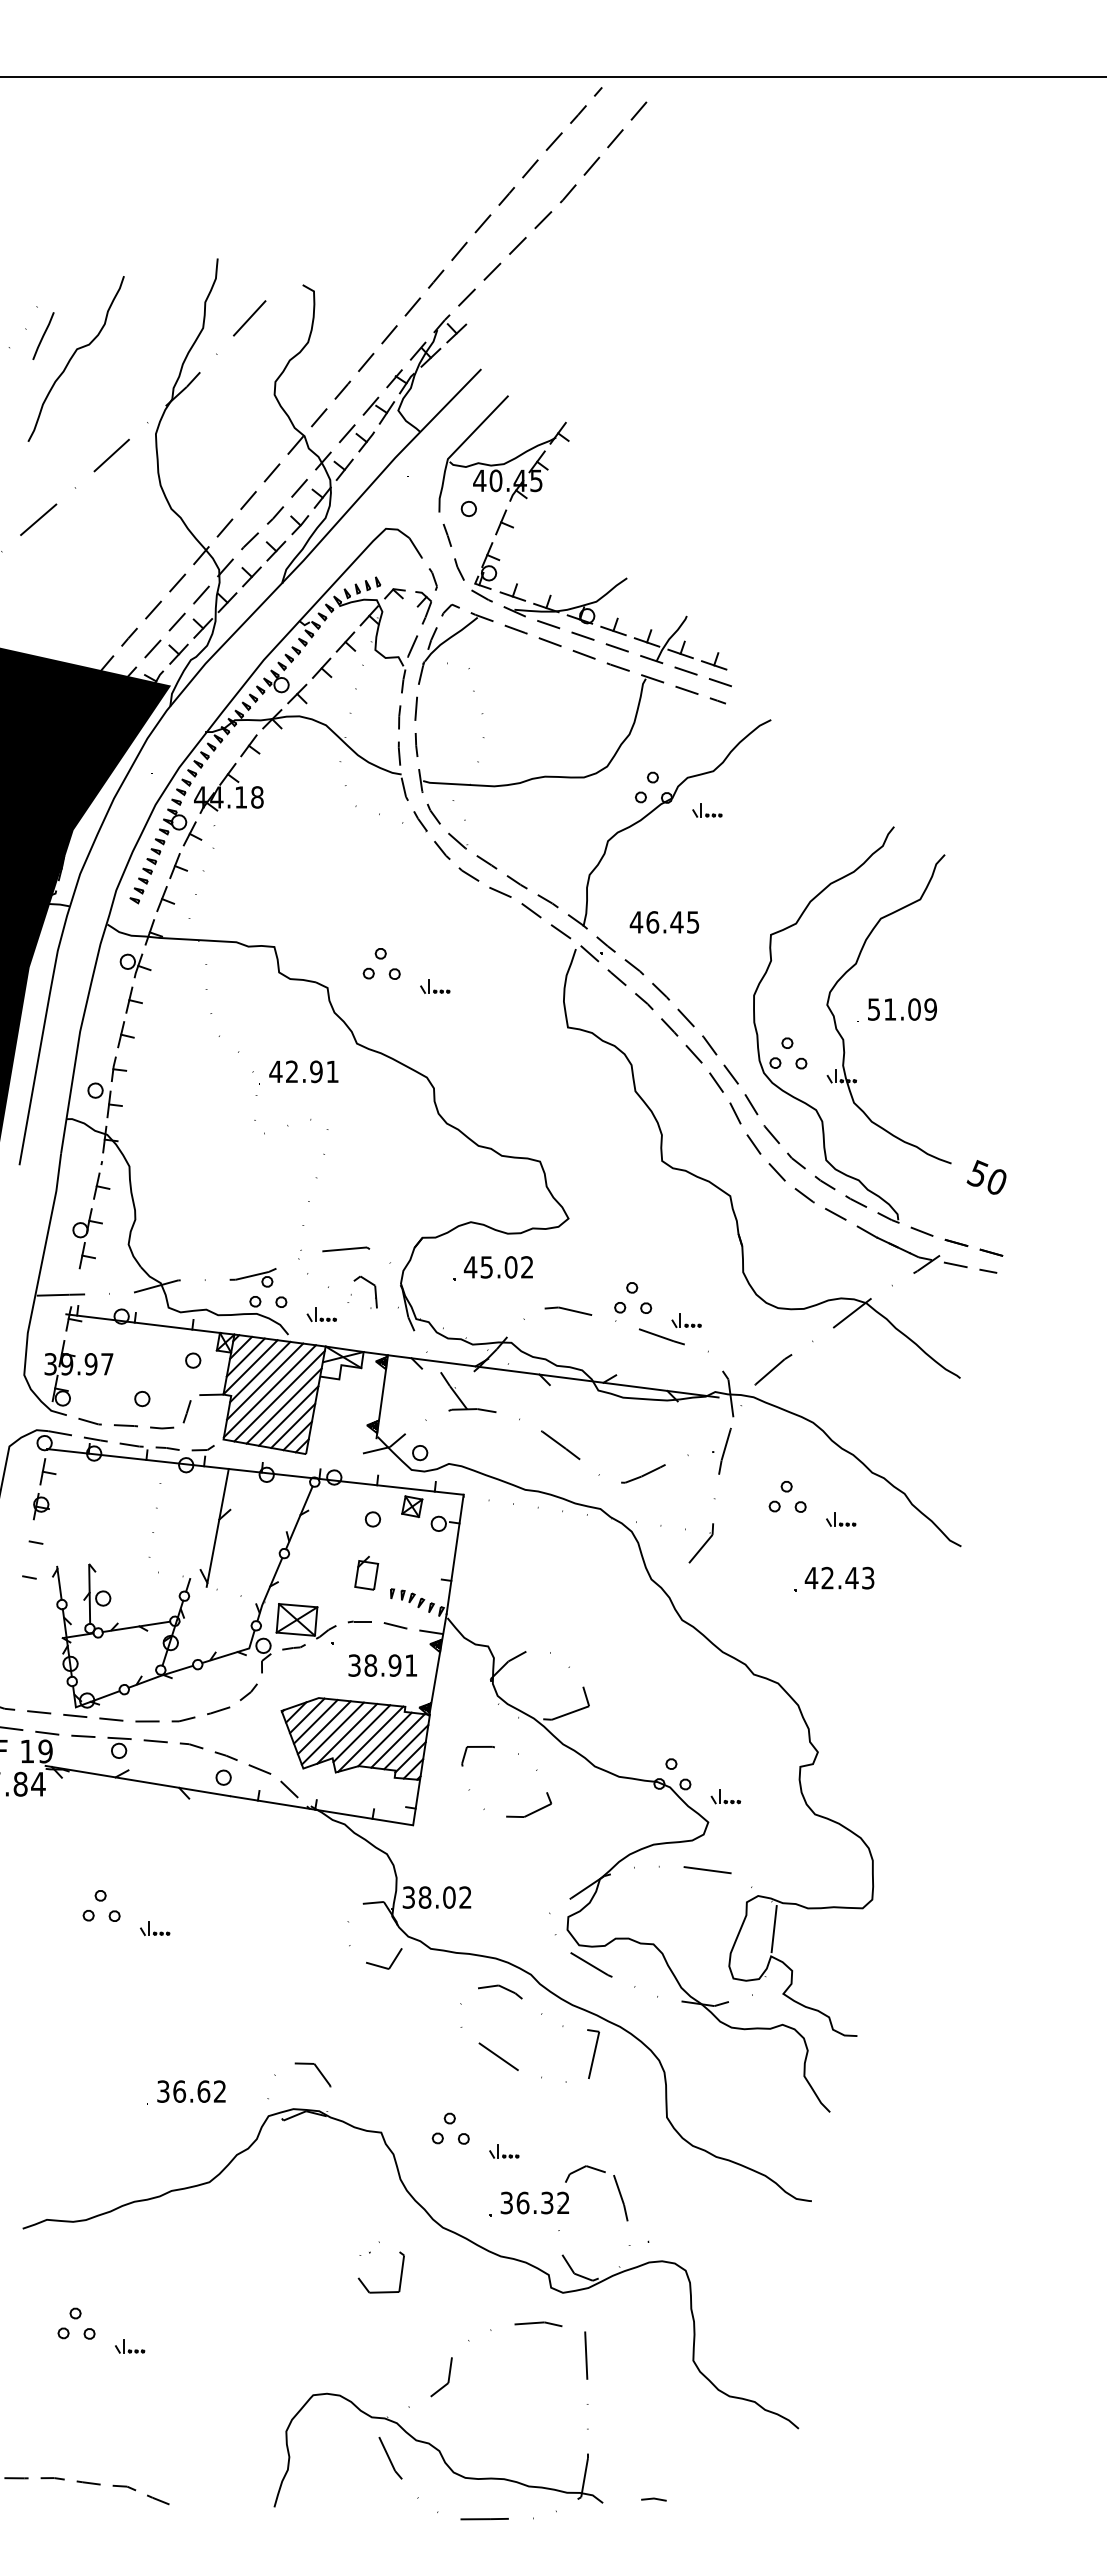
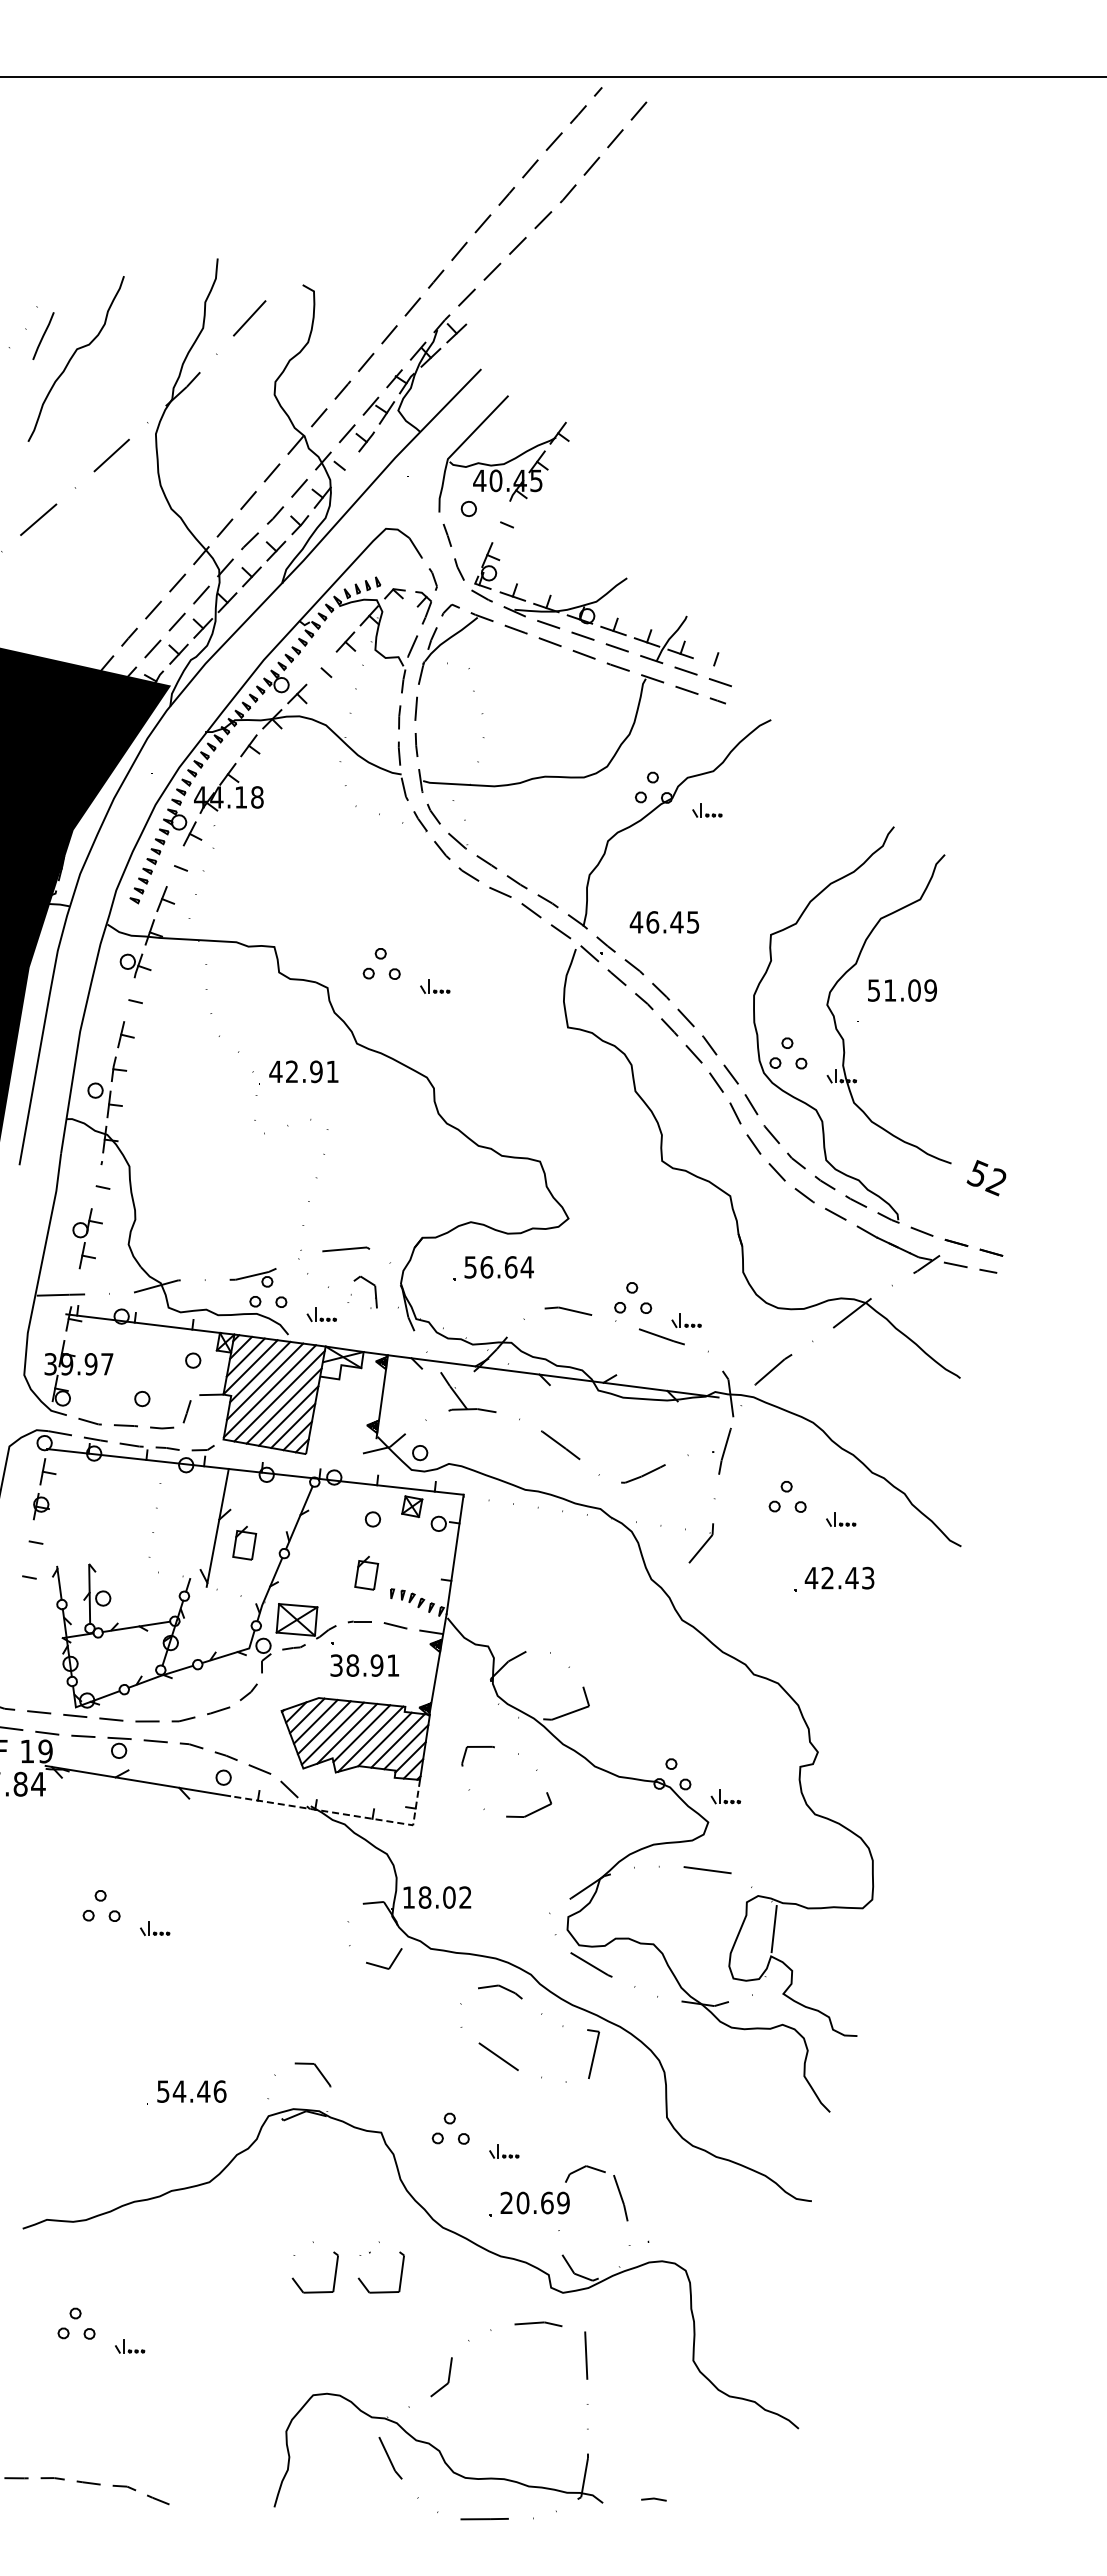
line at (344, 469): present -> none
line at (501, 522): present -> none
line at (714, 665): present -> none
line at (321, 667): present -> none
line at (174, 866): present -> none
line at (129, 999): present -> none
text at (902, 1009) position: (902, 1009) -> (902, 990)
text at (995, 1182): 50 -> 52
line at (96, 1185): present -> none
text at (498, 1267): 45.02 -> 56.64
part at (244, 1543): none -> present
text at (382, 1665) position: (382, 1665) -> (364, 1665)
line at (344, 1814): solid -> dashed
text at (408, 1897): 38.02 -> 18.02
text at (191, 2091): 36.62 -> 54.46
text at (534, 2202): 36.32 -> 20.69
part at (334, 2273): none -> present
